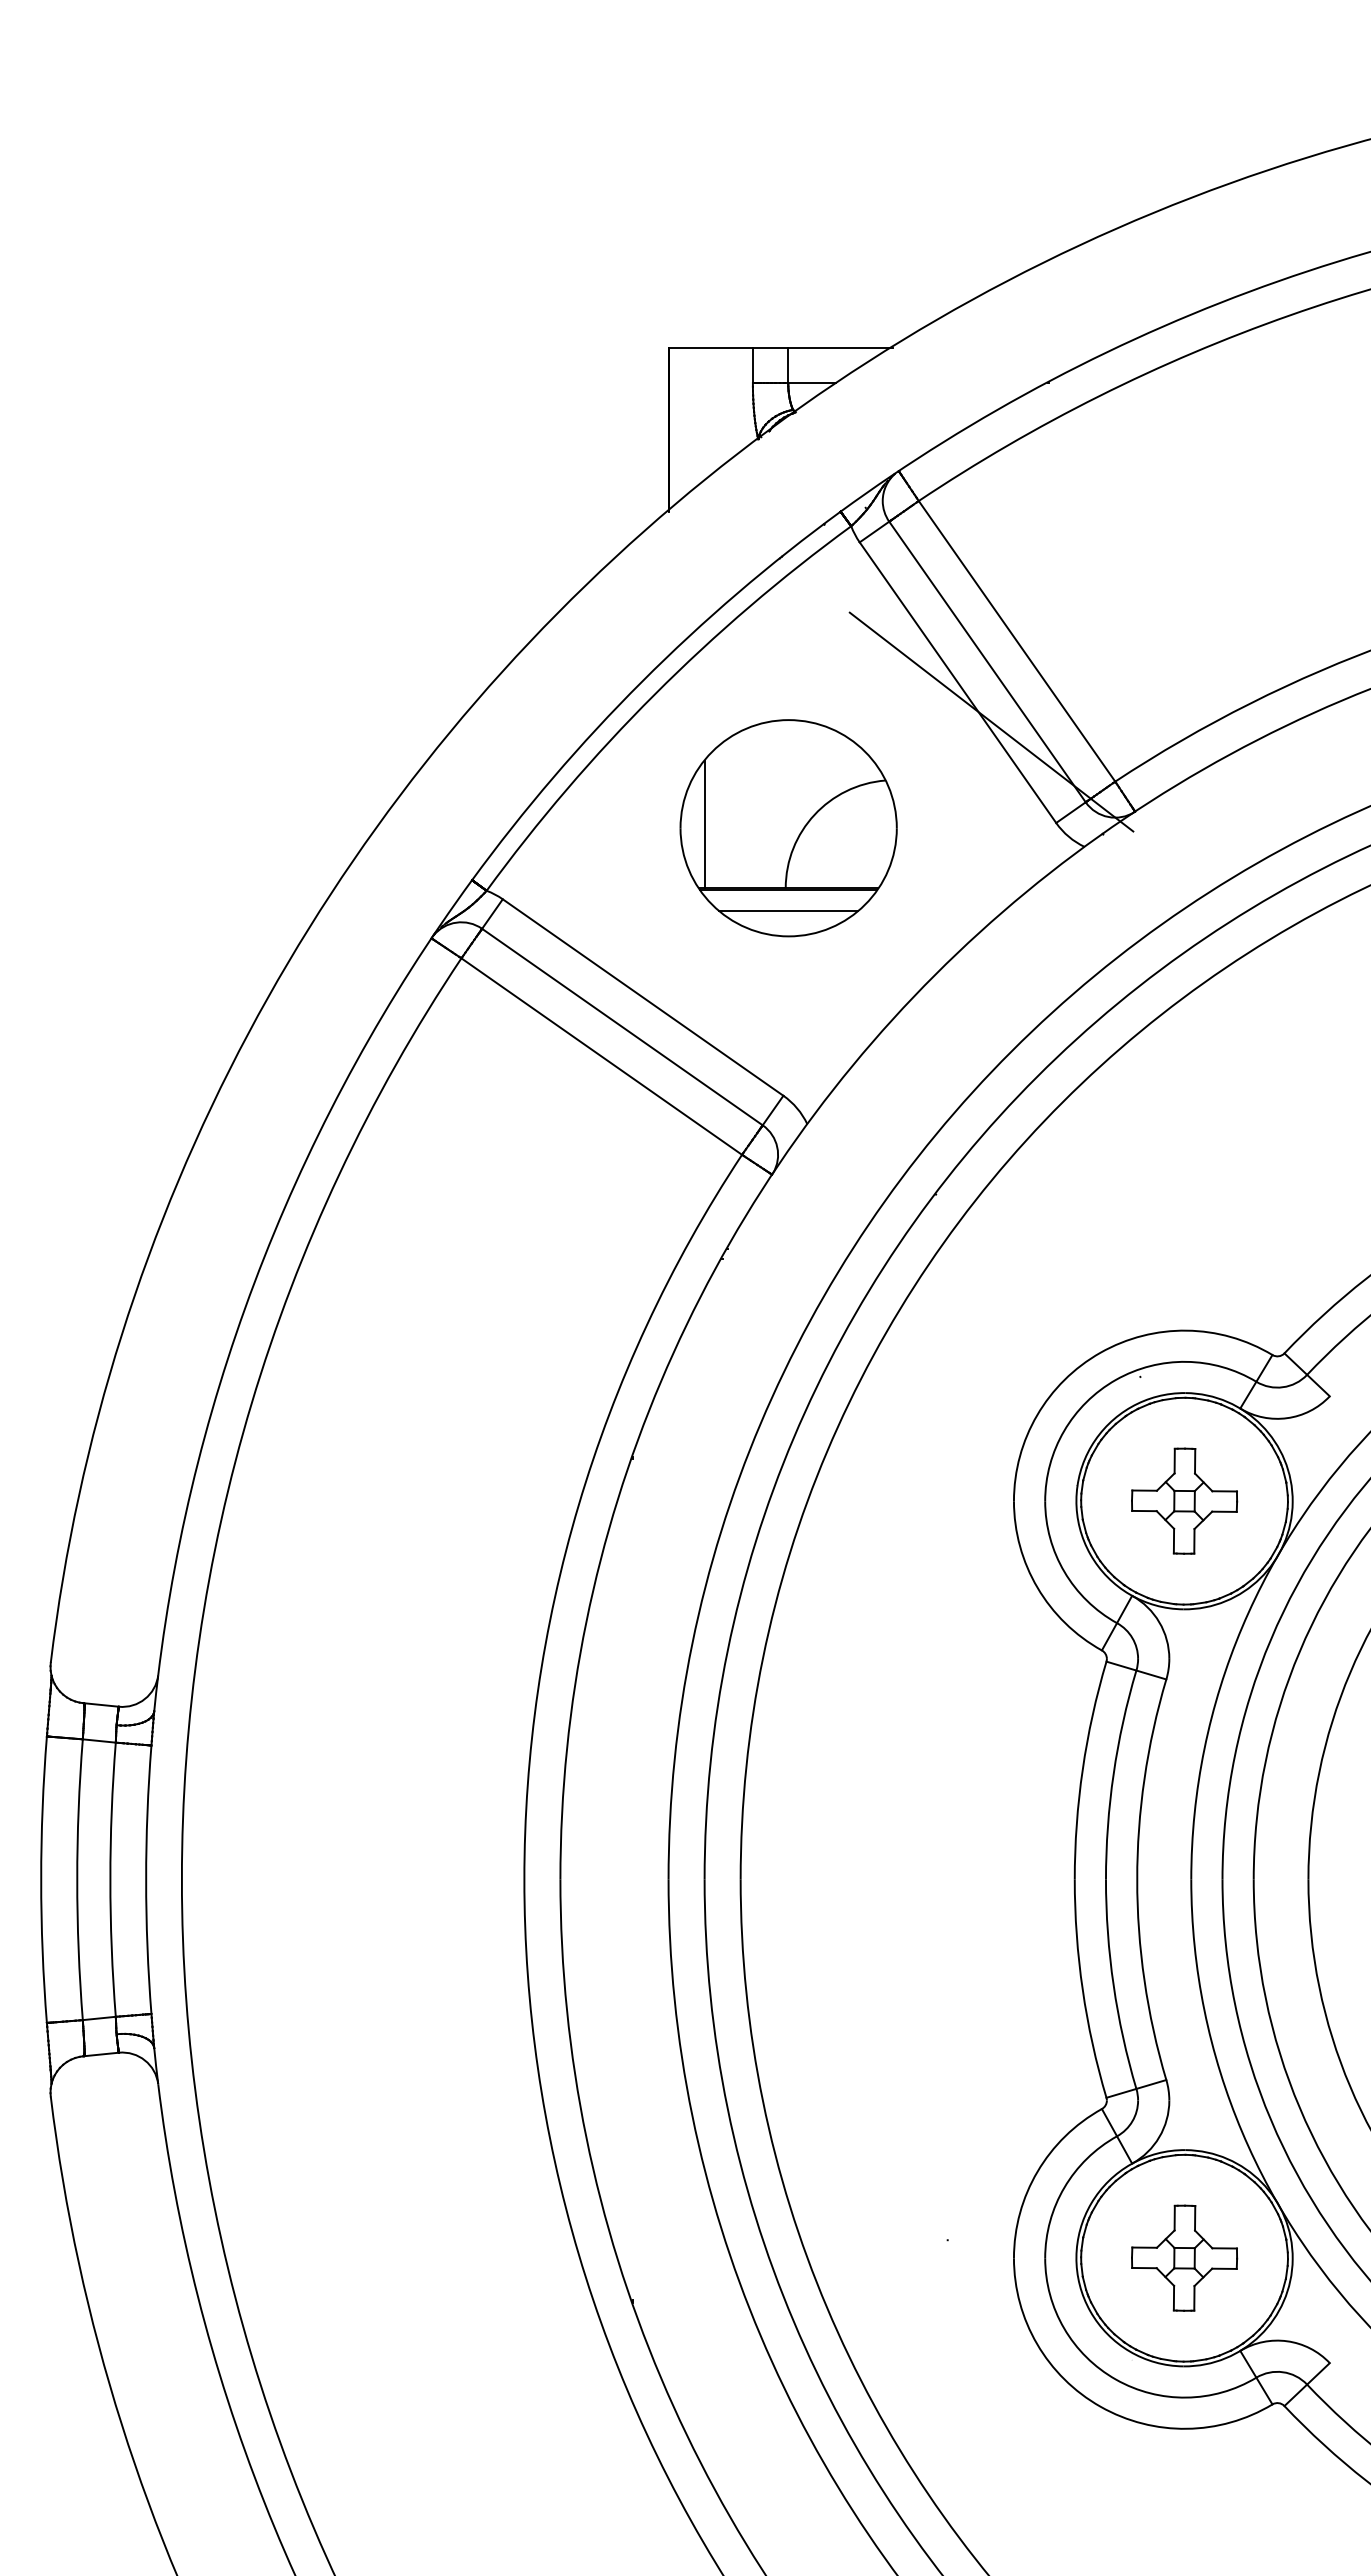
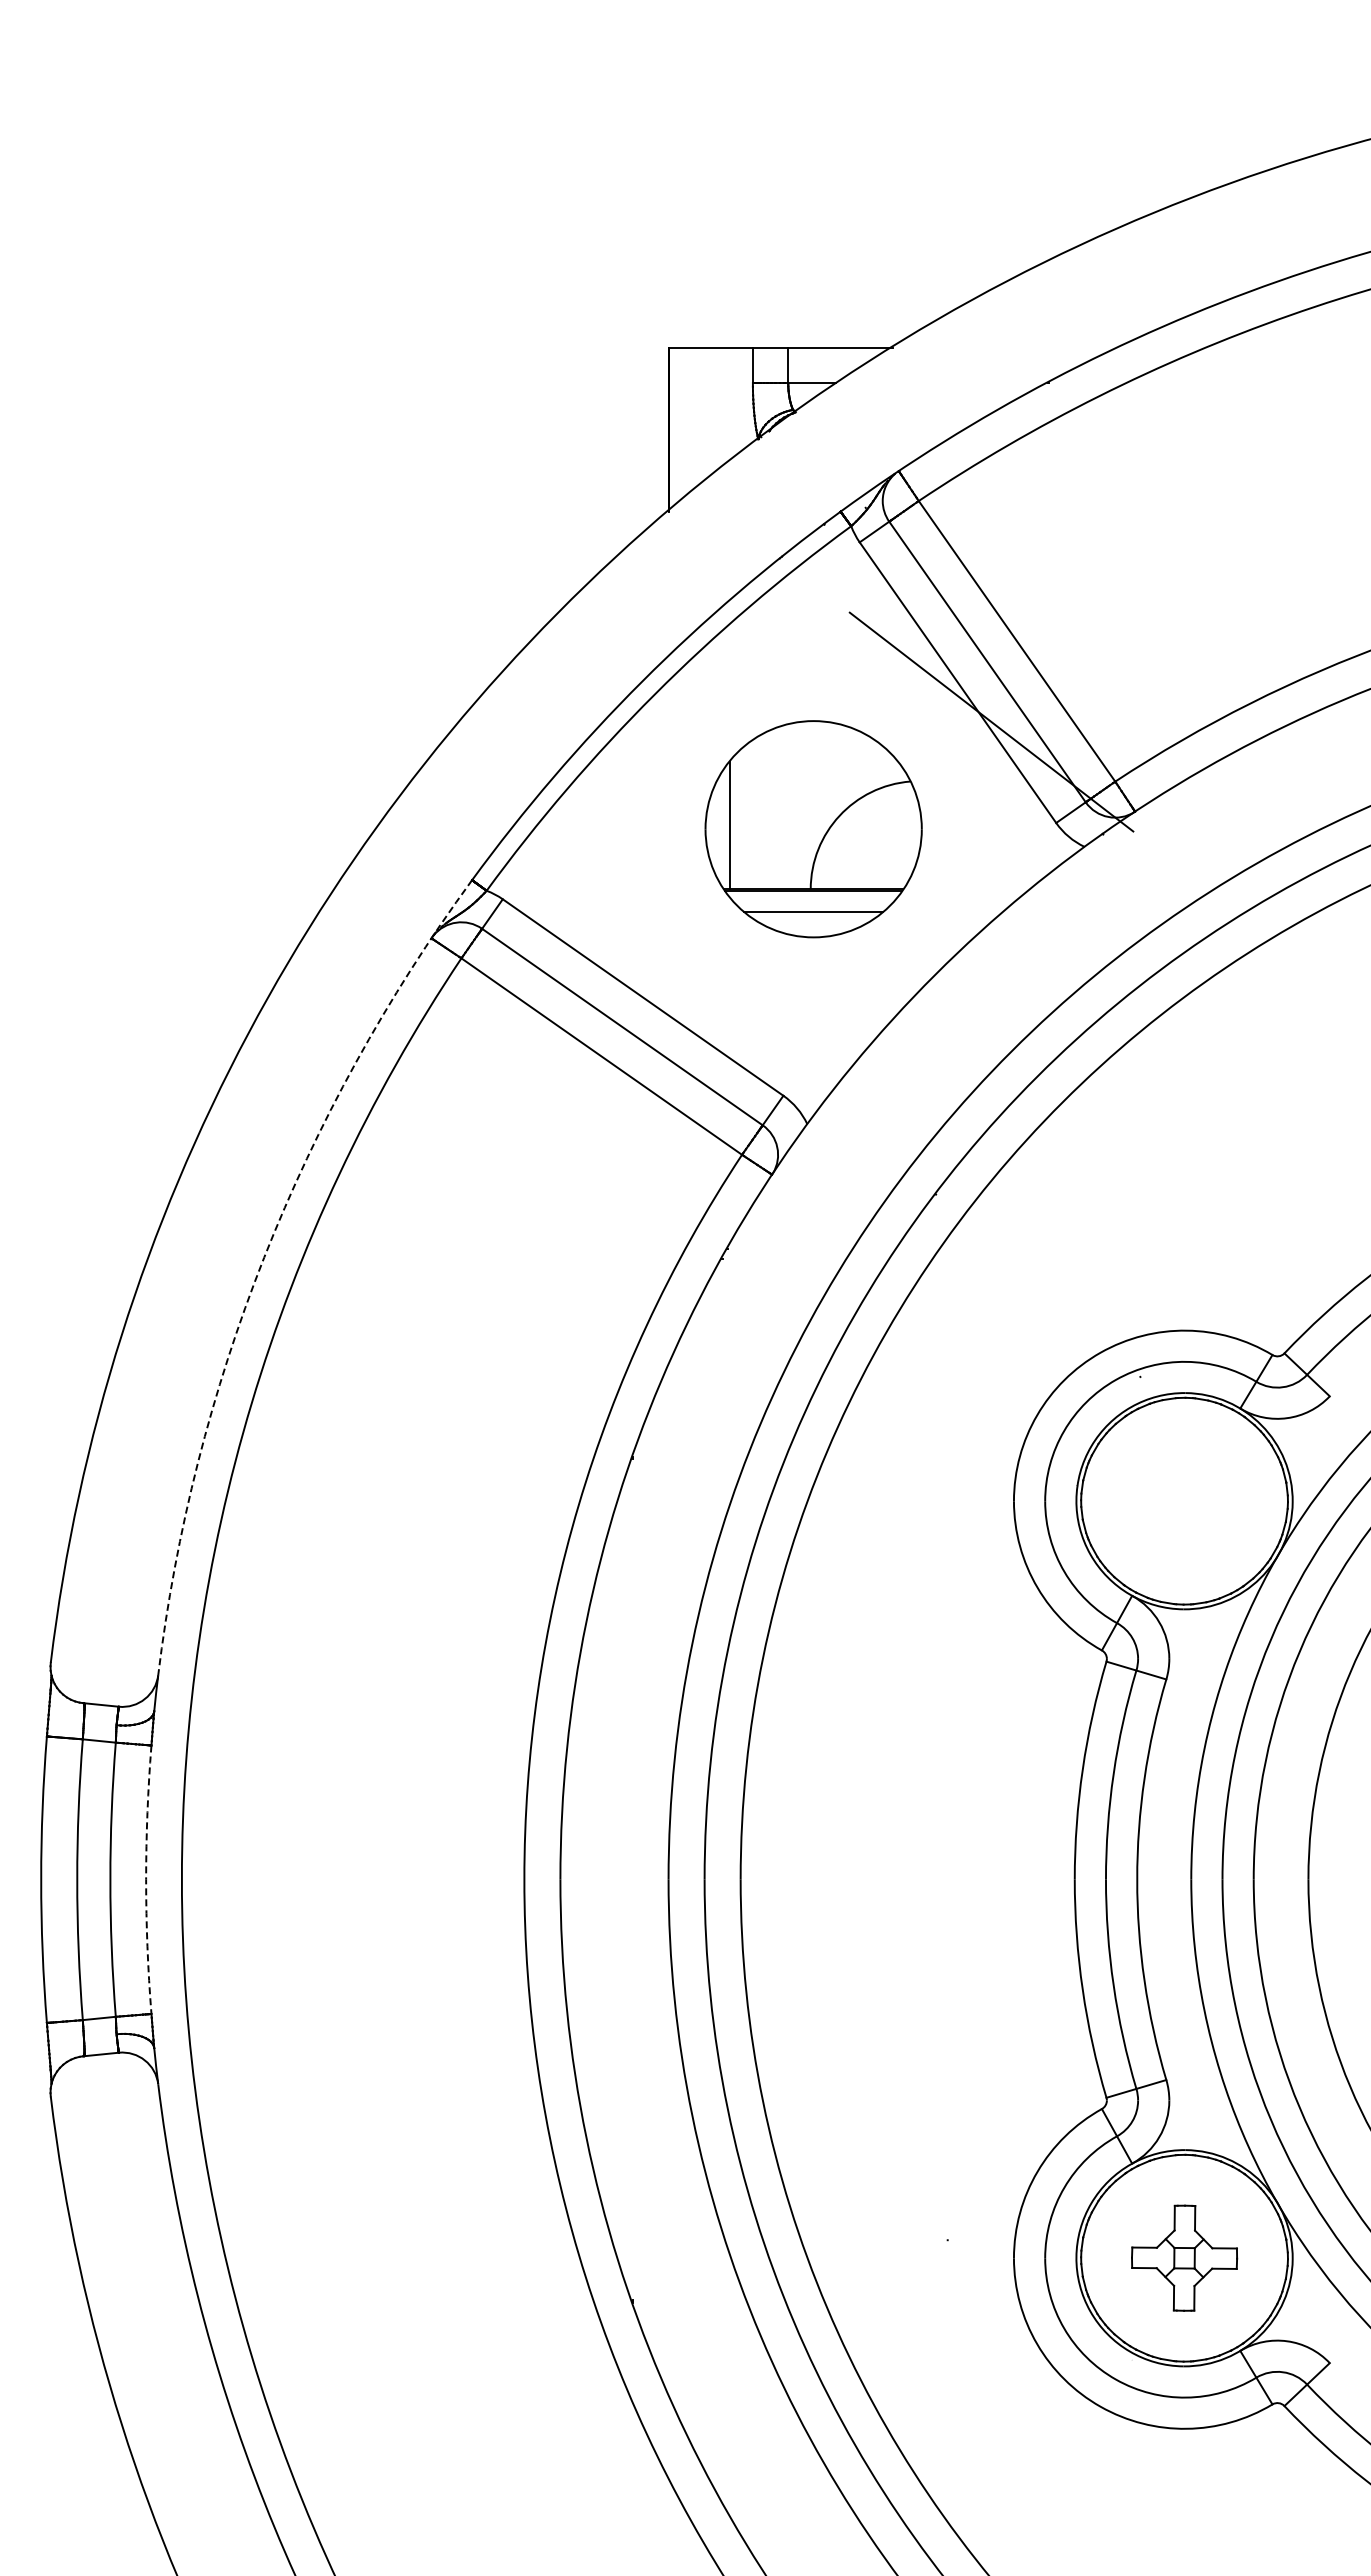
part at (788, 828) position: (788, 828) -> (813, 829)
arc at (264, 1257): solid -> dashed
part at (1184, 1500): present -> none
arc at (146, 1879): solid -> dashed
